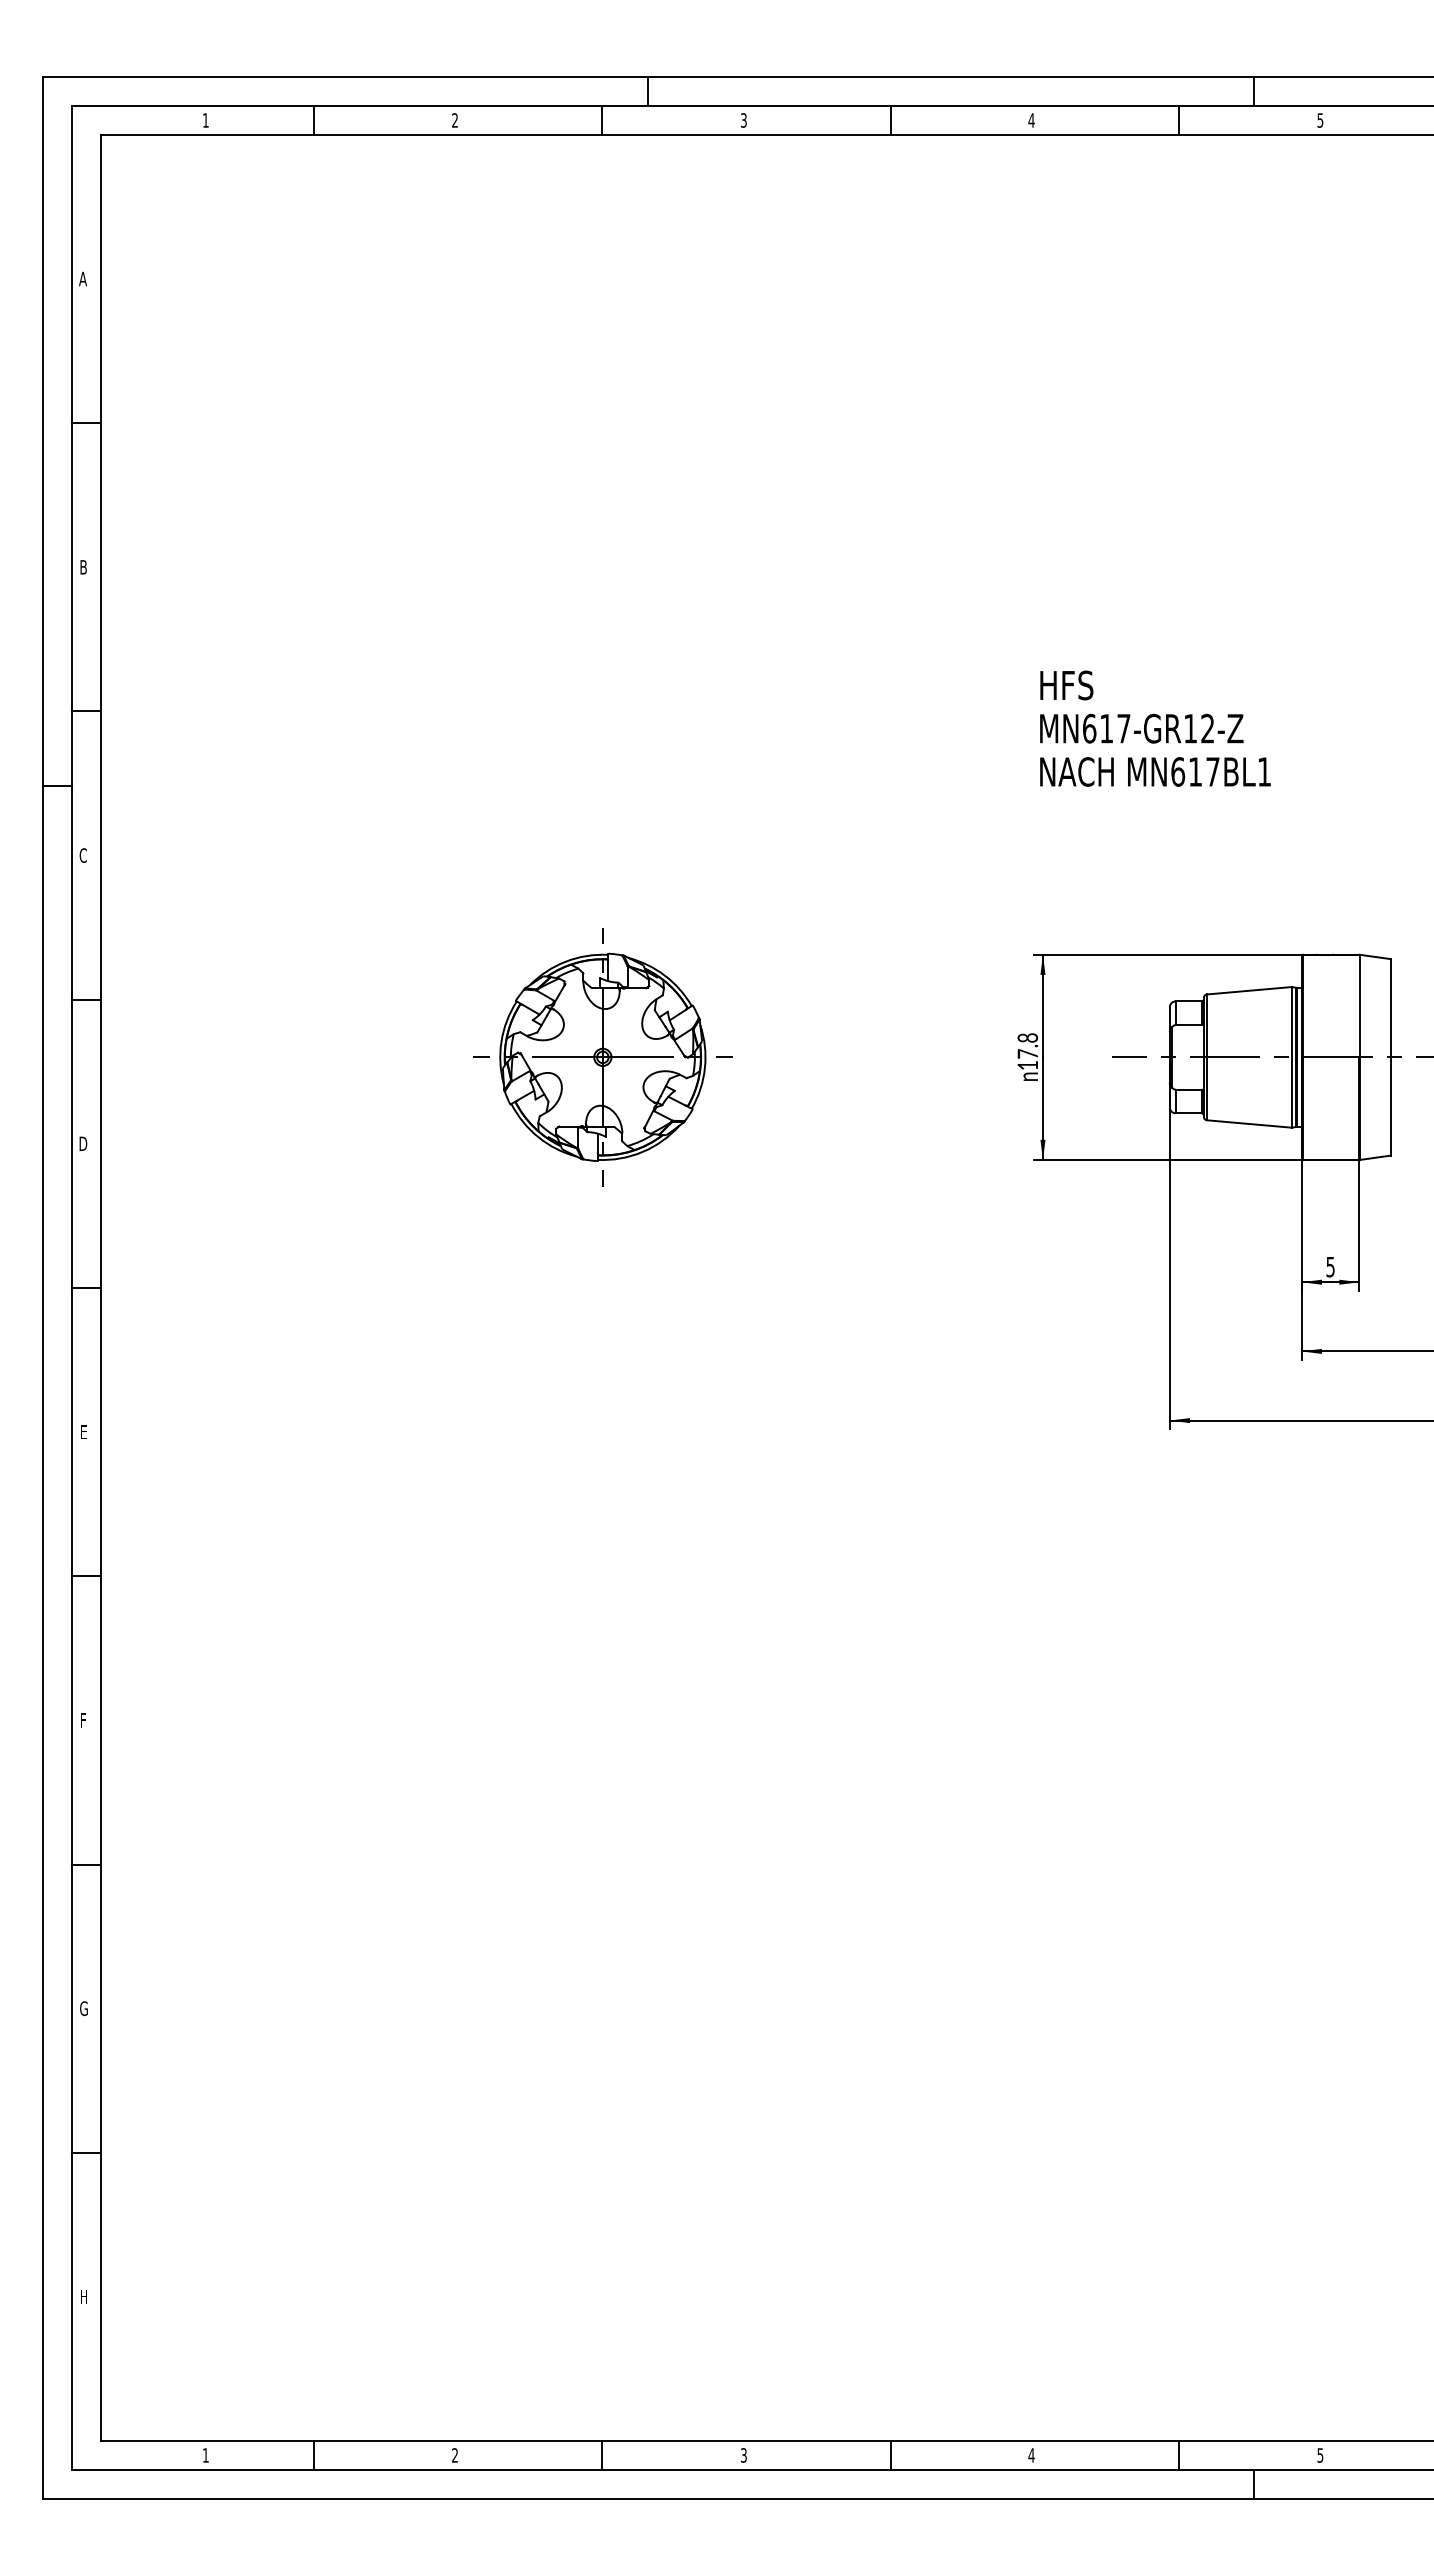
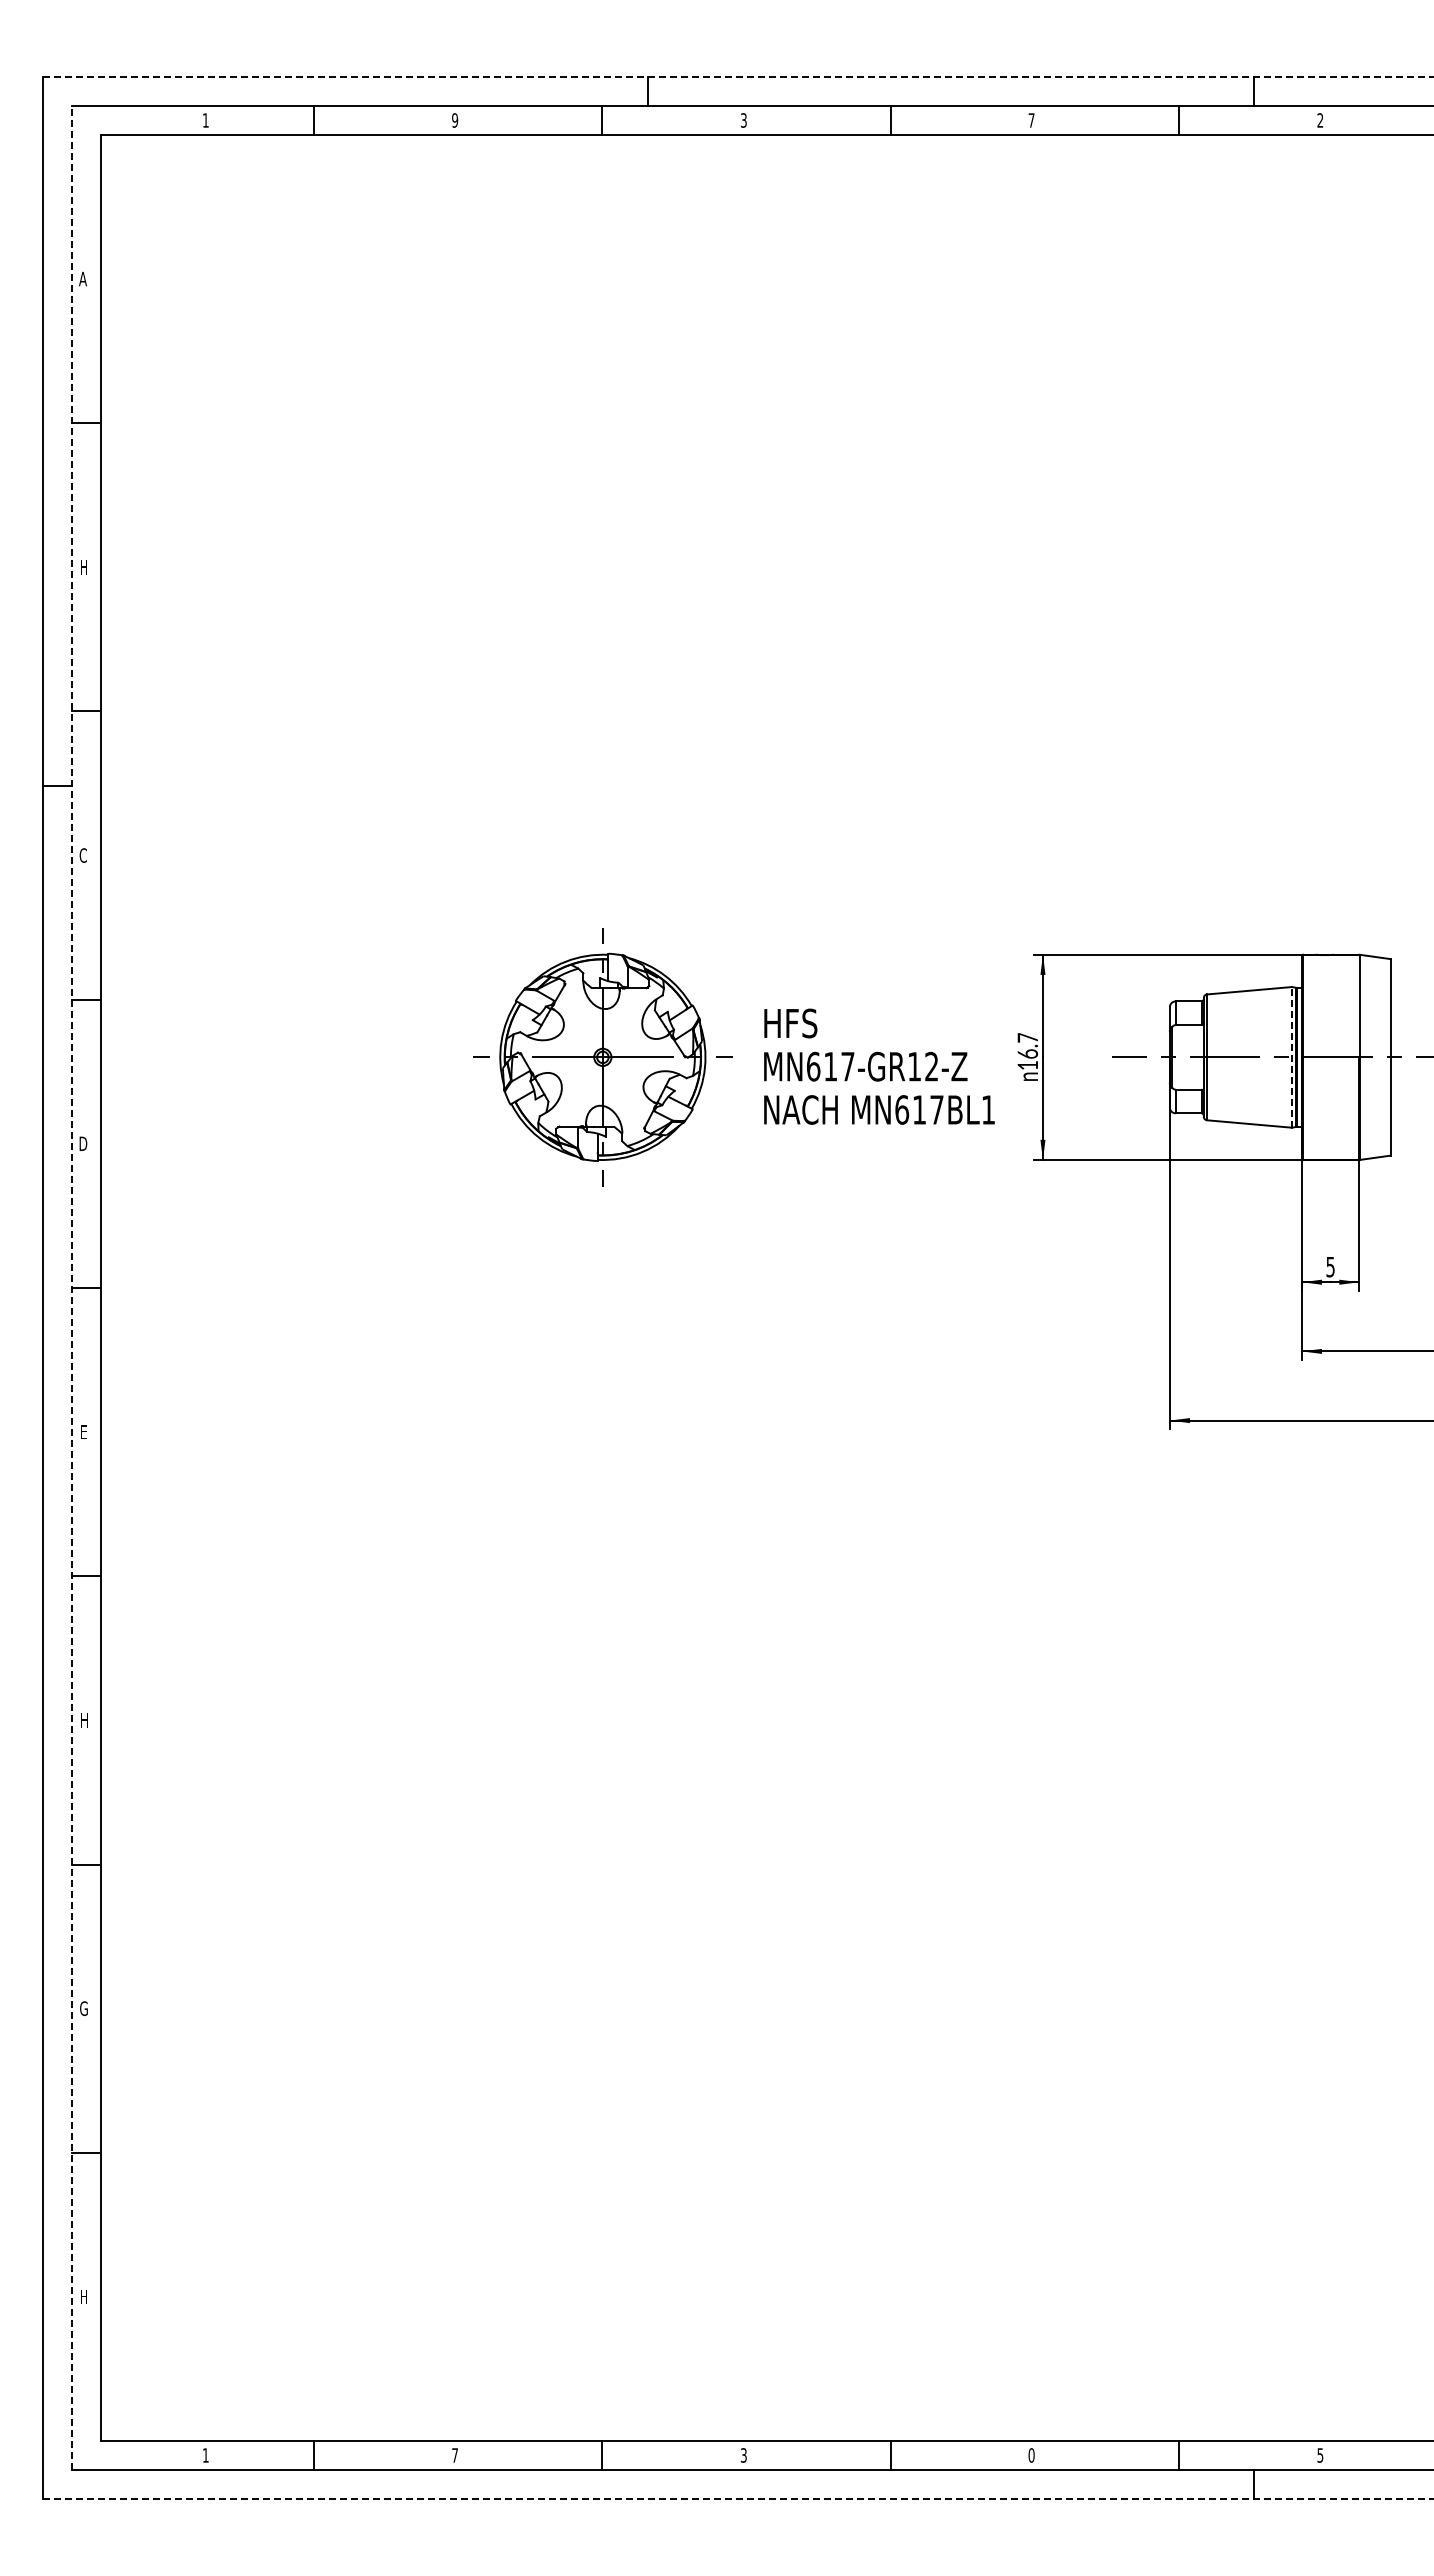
line at (739, 77): solid -> dashed
text at (455, 120): 2 -> 9
text at (1031, 120): 4 -> 7
text at (1320, 120): 5 -> 2
text at (83, 567): B -> H
text at (1155, 728) position: (1155, 728) -> (879, 1066)
text at (1027, 1045): 17.8 -> 16.7
line at (1291, 1056): solid -> dashed
line at (71, 1288): solid -> dashed
text at (84, 1720): F -> H
text at (454, 2455): 2 -> 7
text at (1031, 2455): 4 -> 0
line at (739, 2498): solid -> dashed
